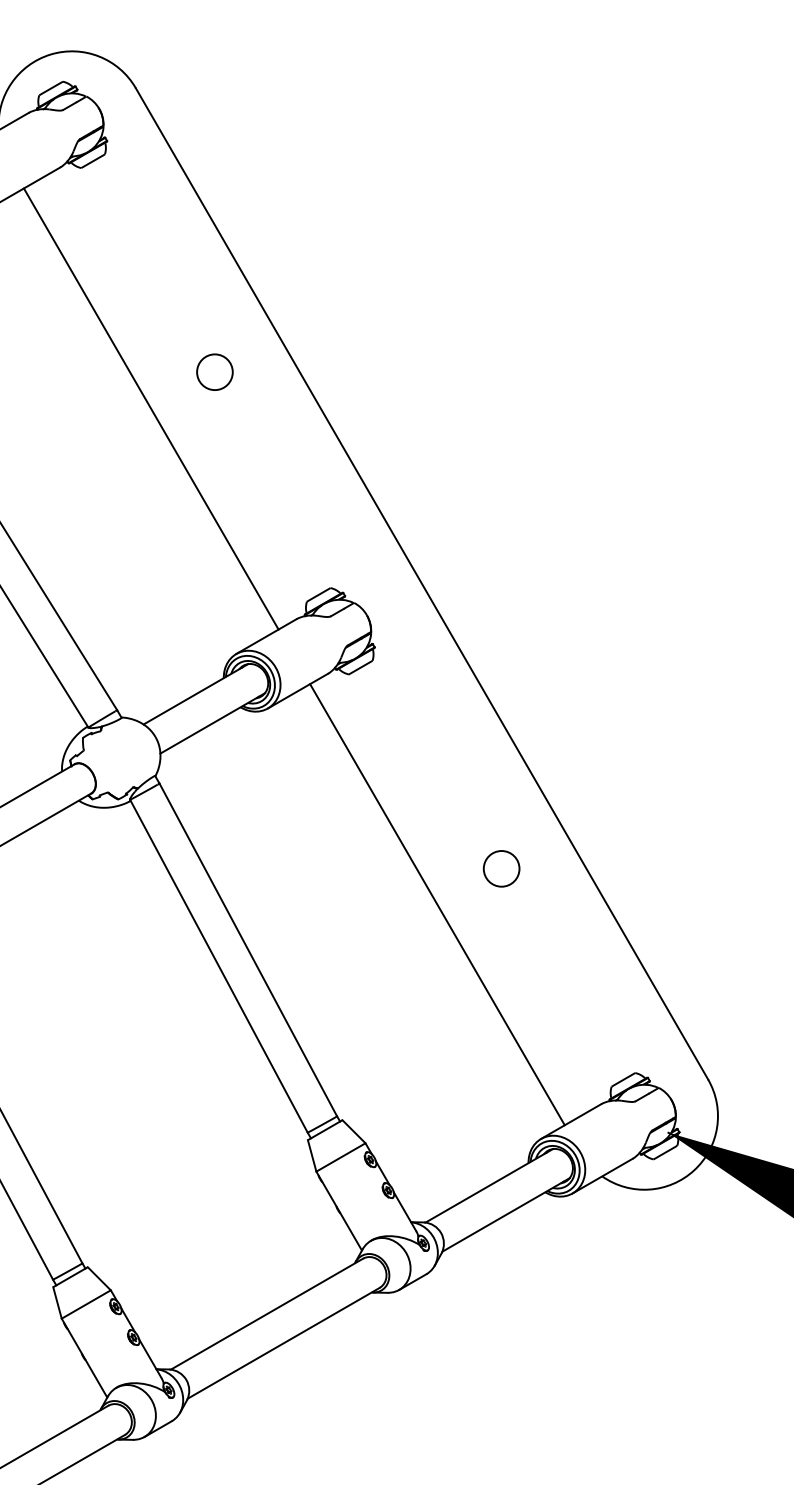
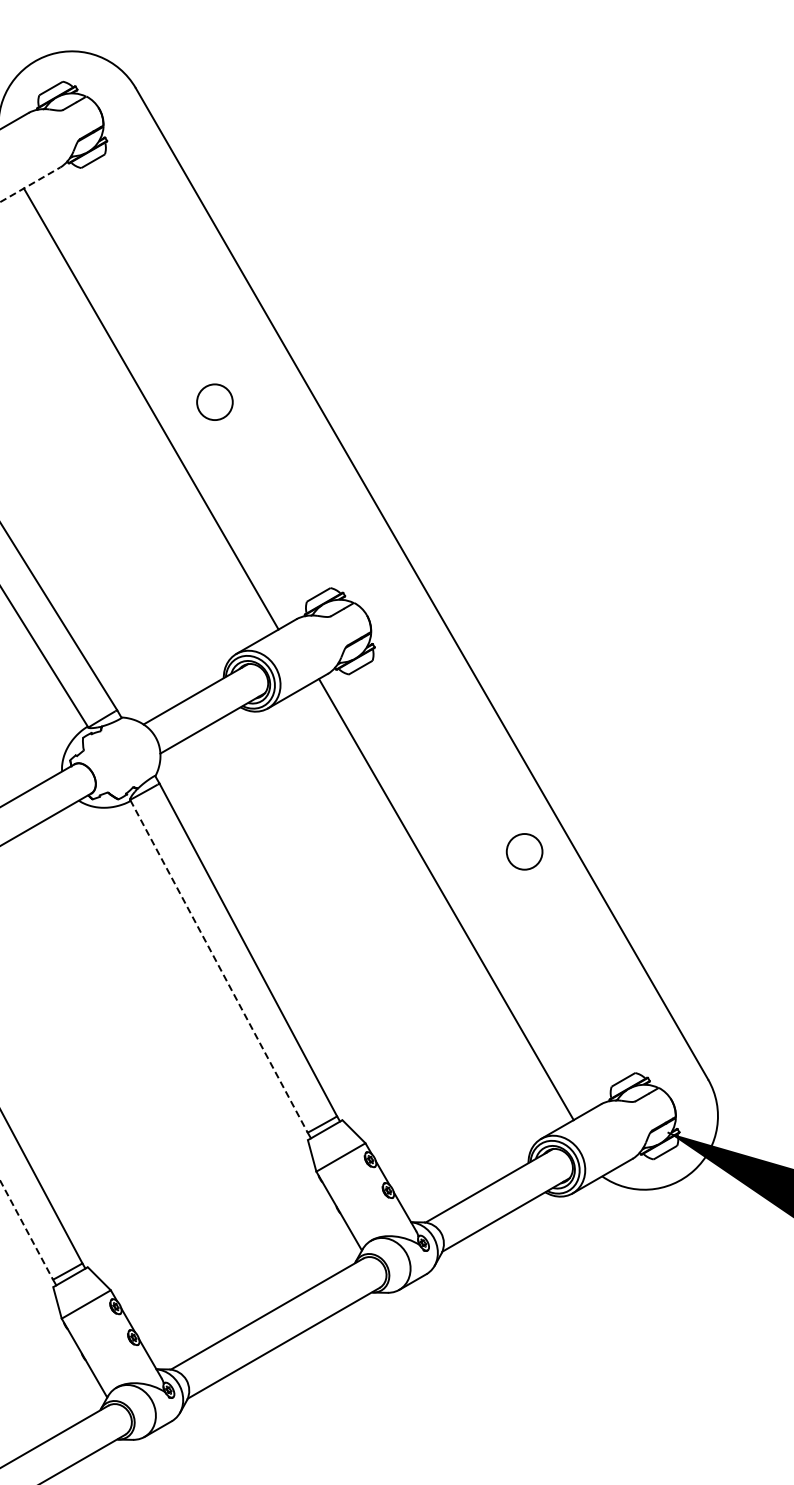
line at (30, 184): solid -> dashed
circle at (214, 371) position: (214, 371) -> (214, 401)
circle at (501, 868) position: (501, 868) -> (524, 851)
line at (437, 904) position: (437, 904) -> (446, 899)
line at (219, 966): solid -> dashed
line at (26, 1230): solid -> dashed
